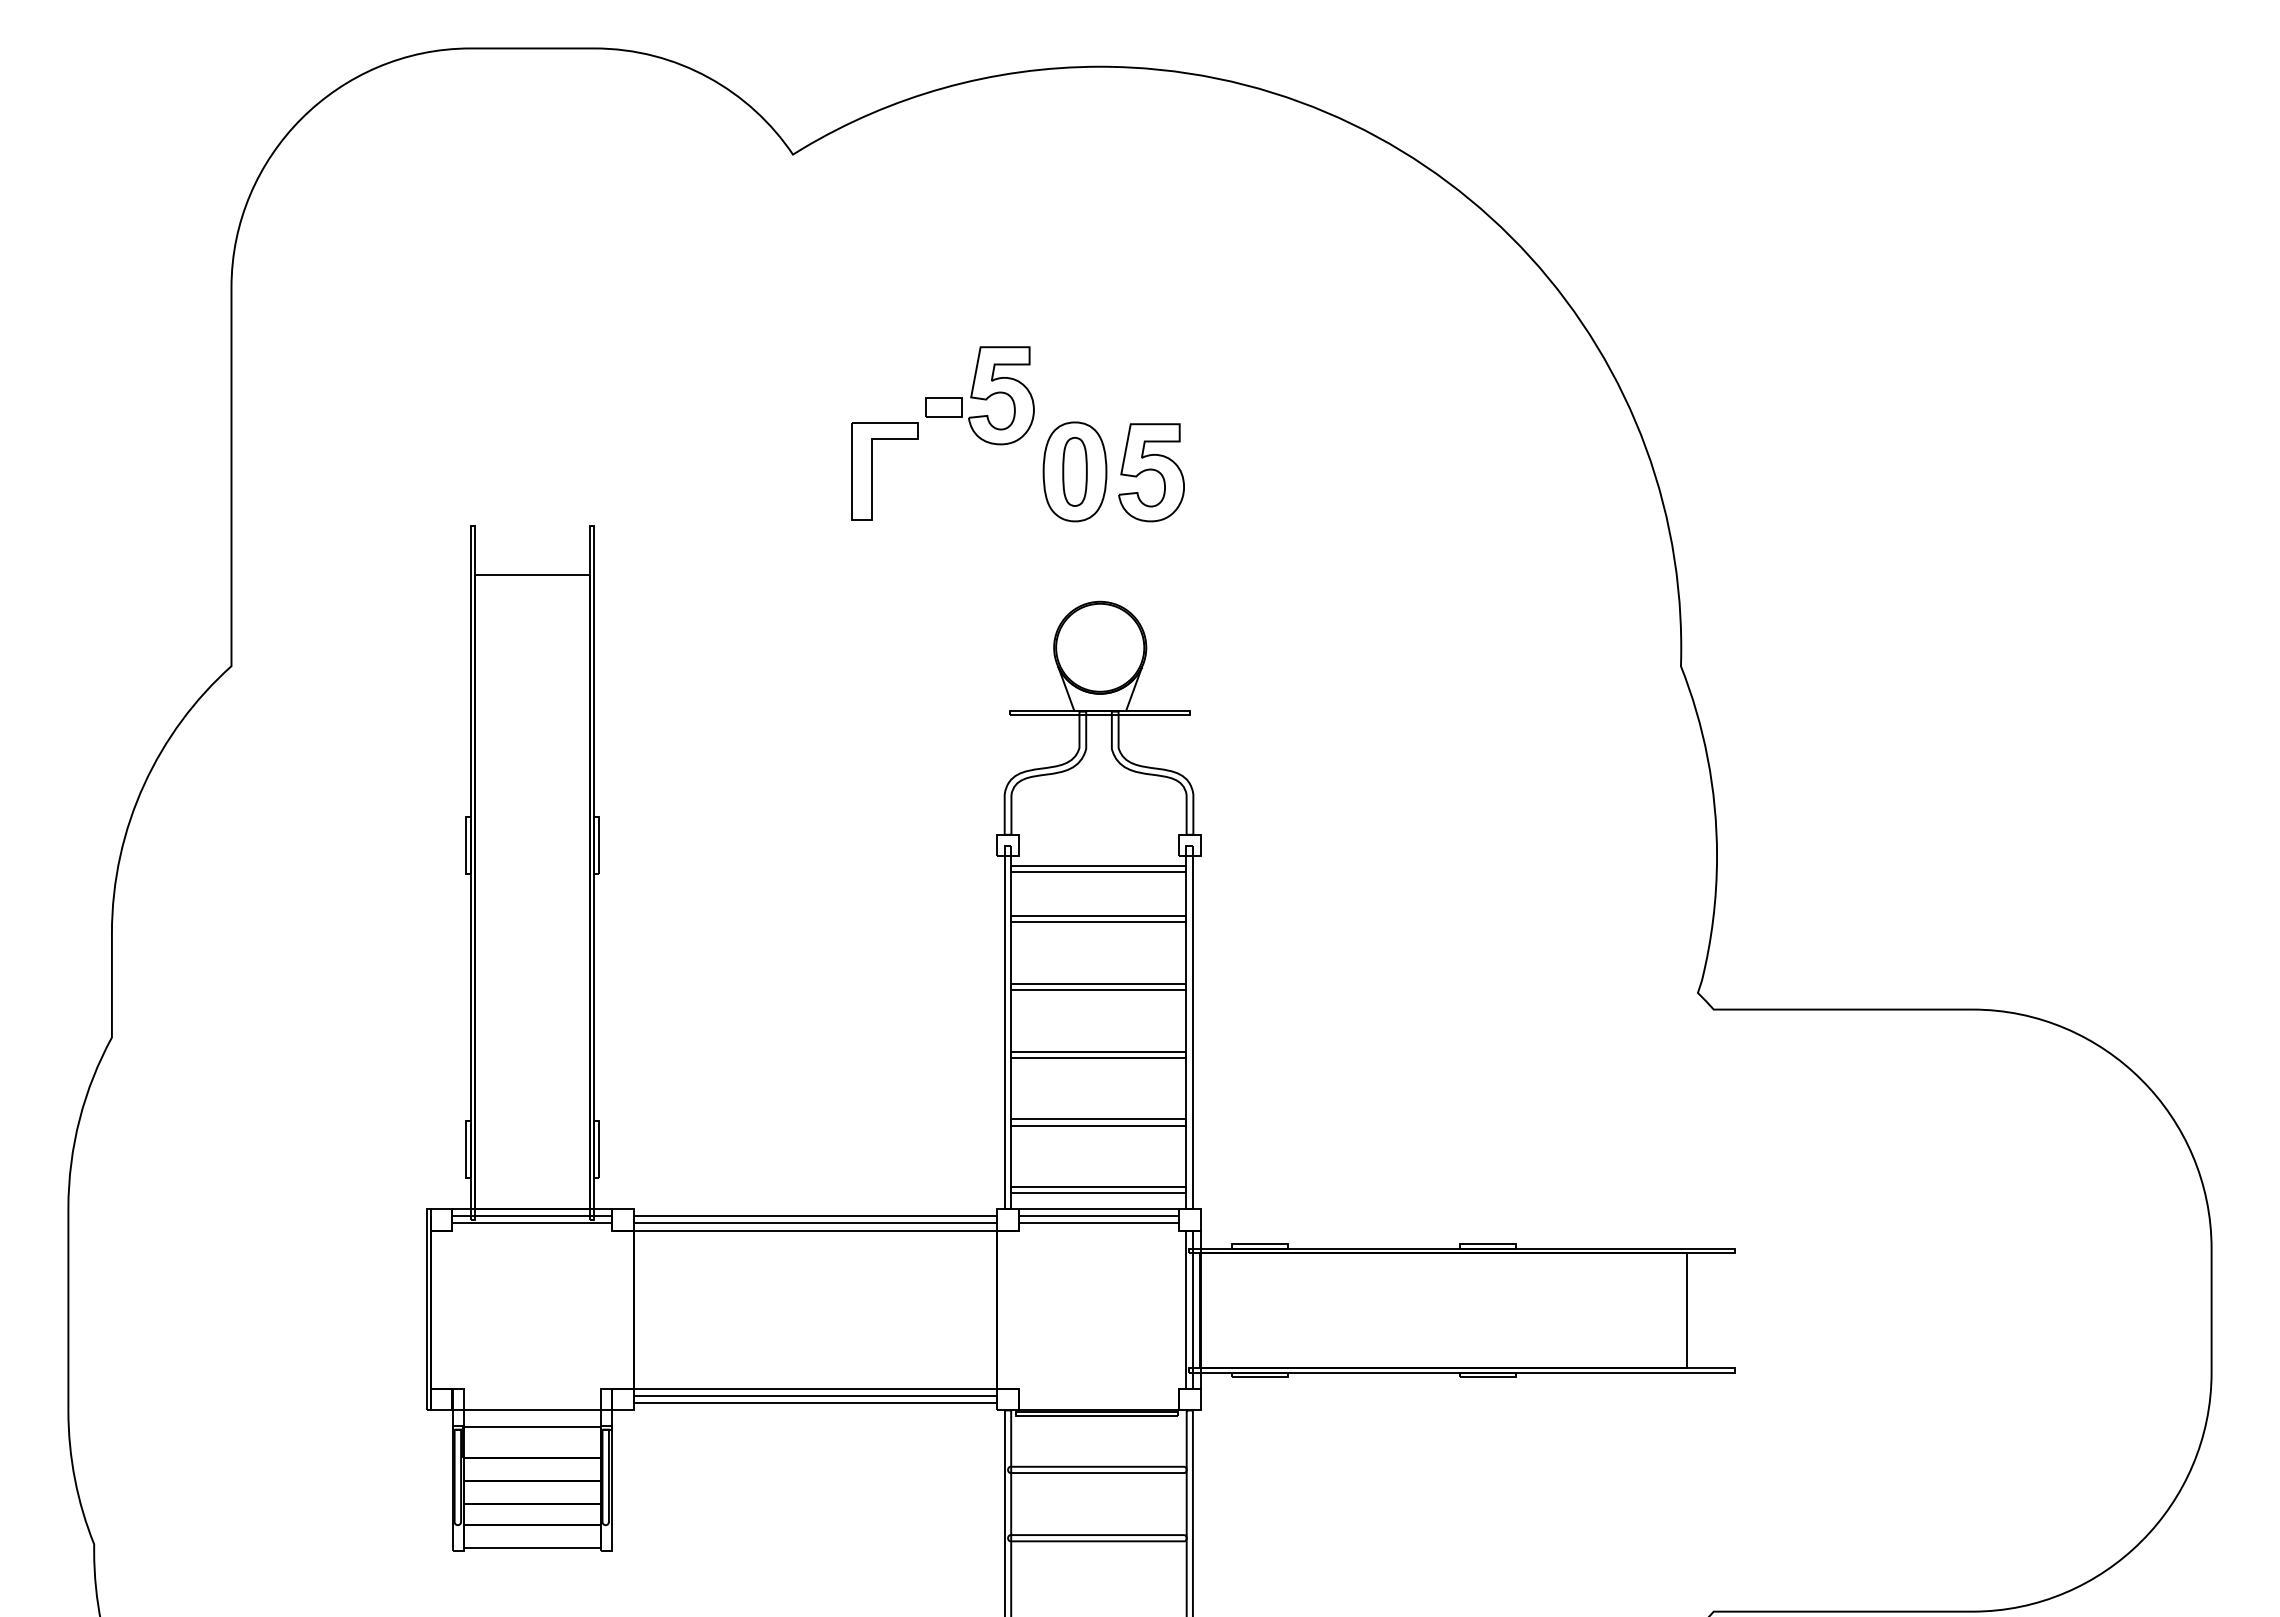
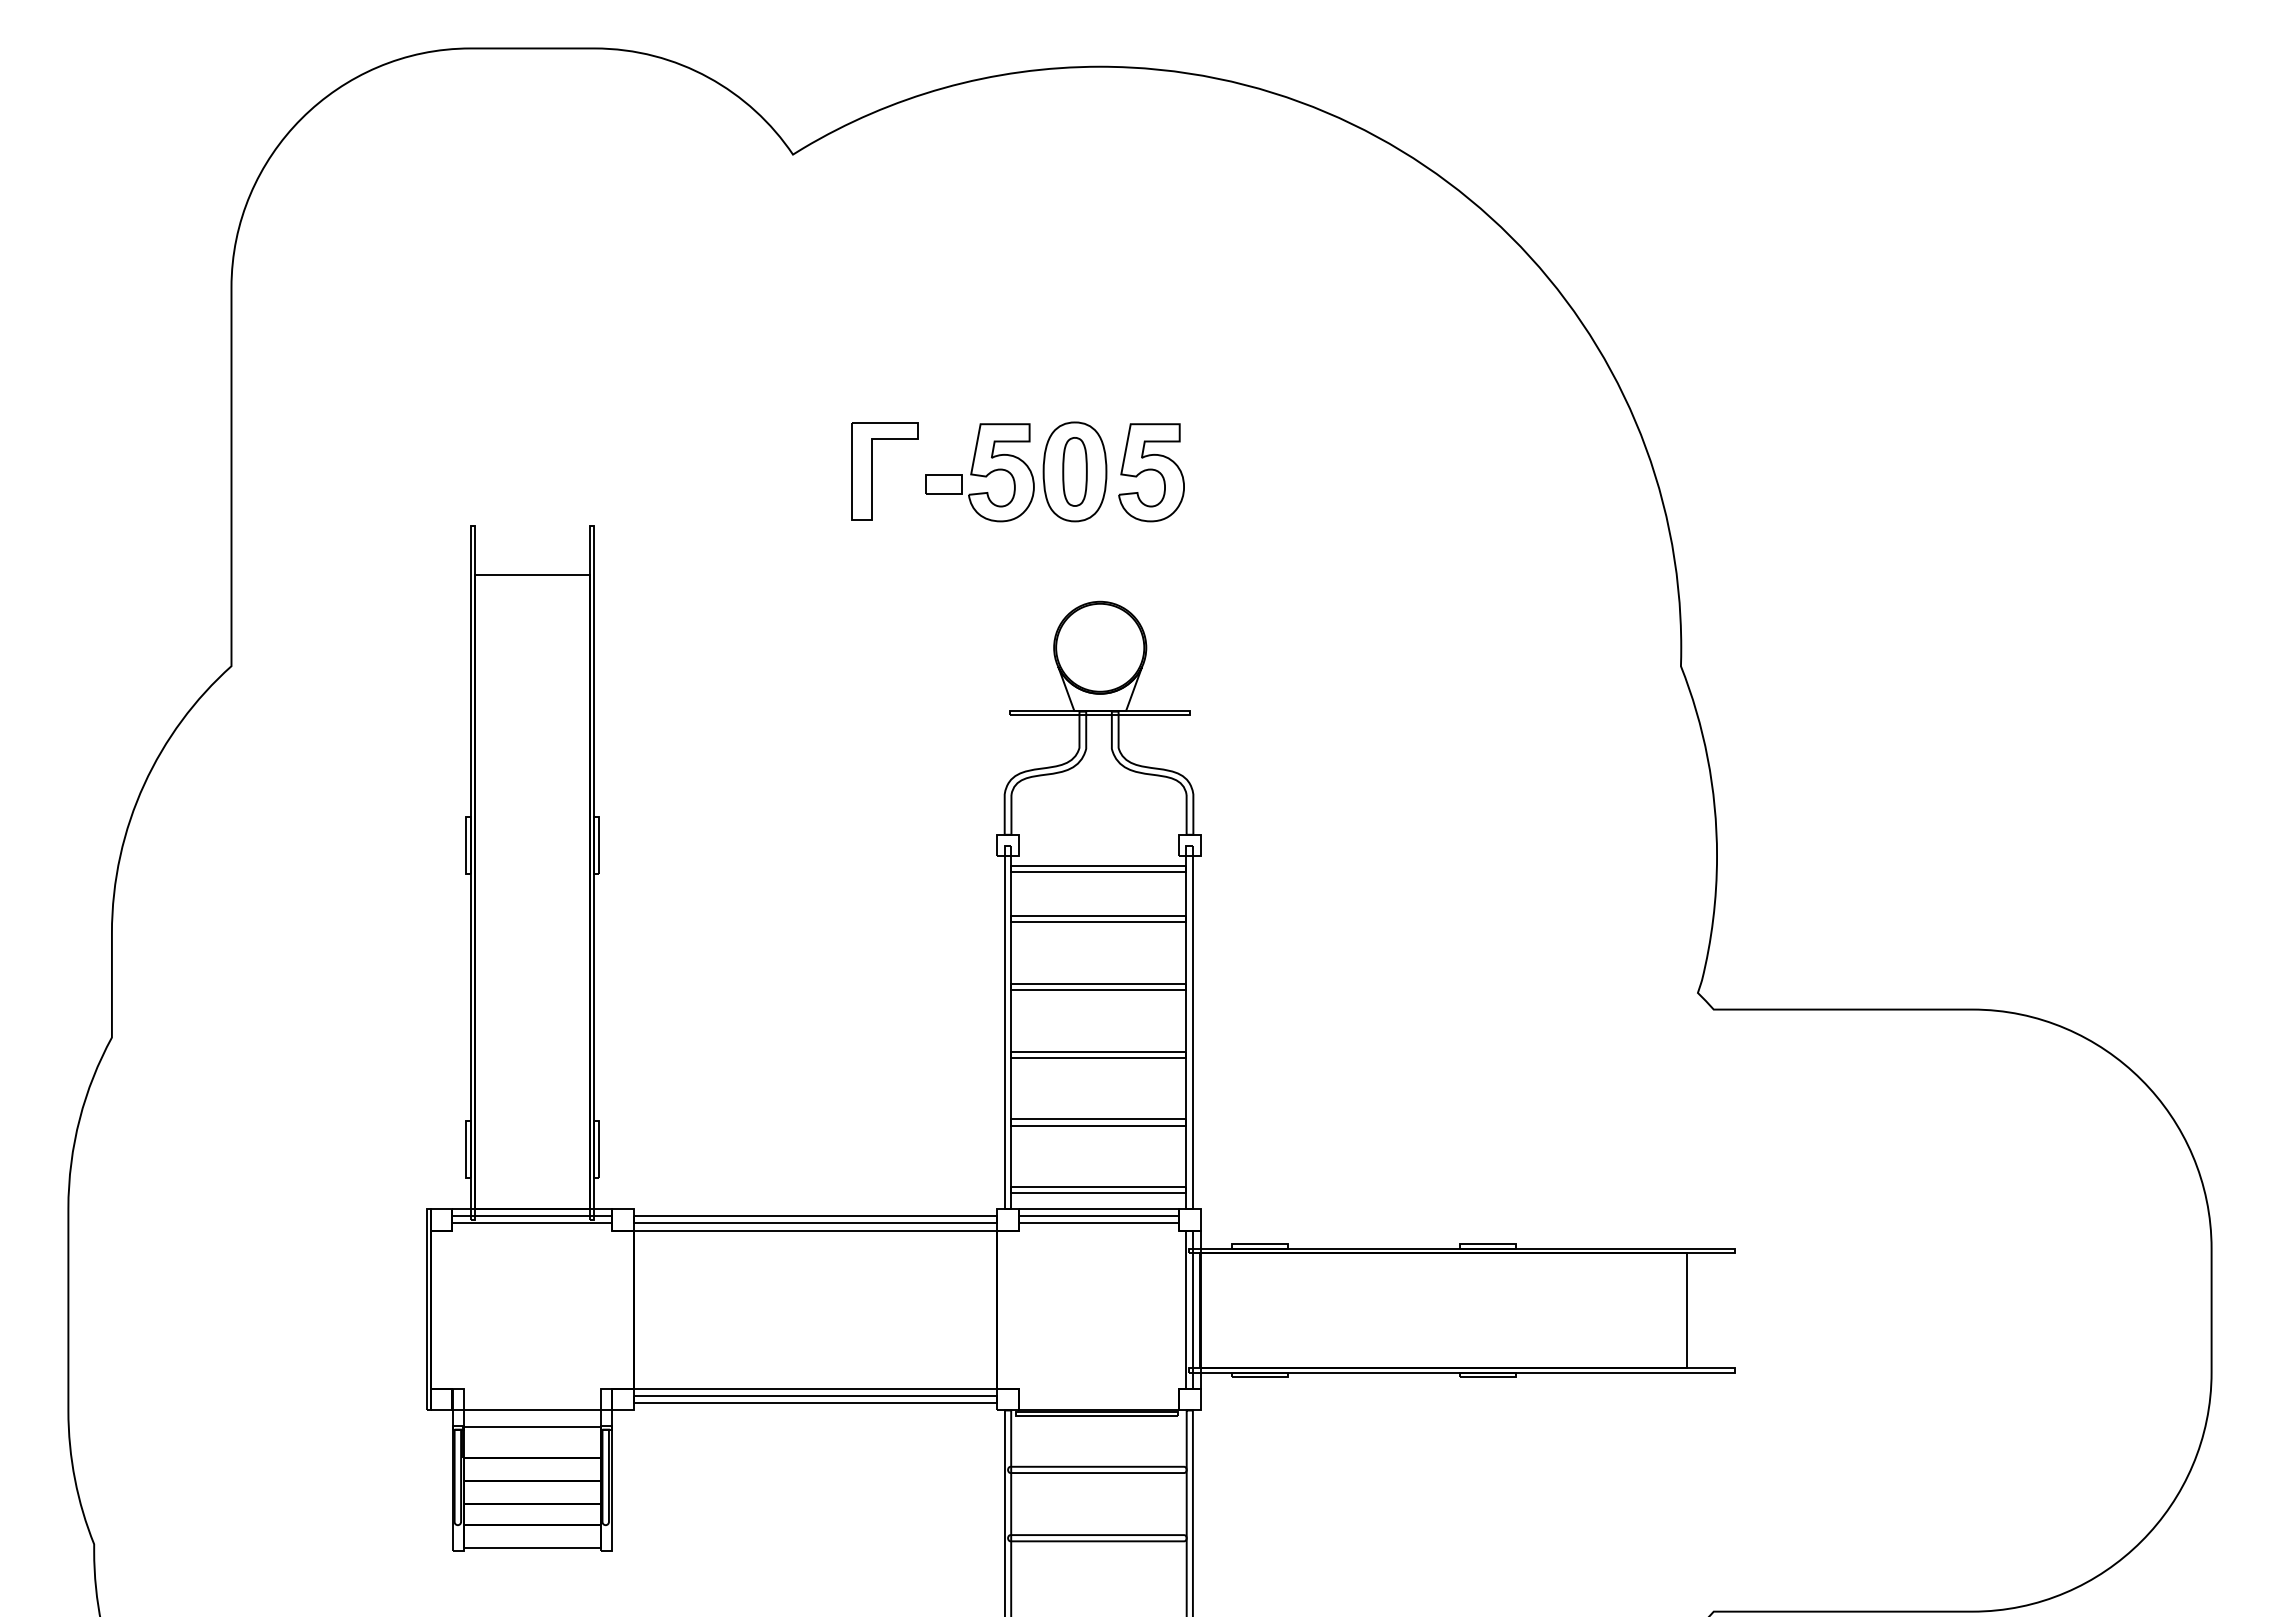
part at (979, 395) position: (979, 395) -> (979, 472)
